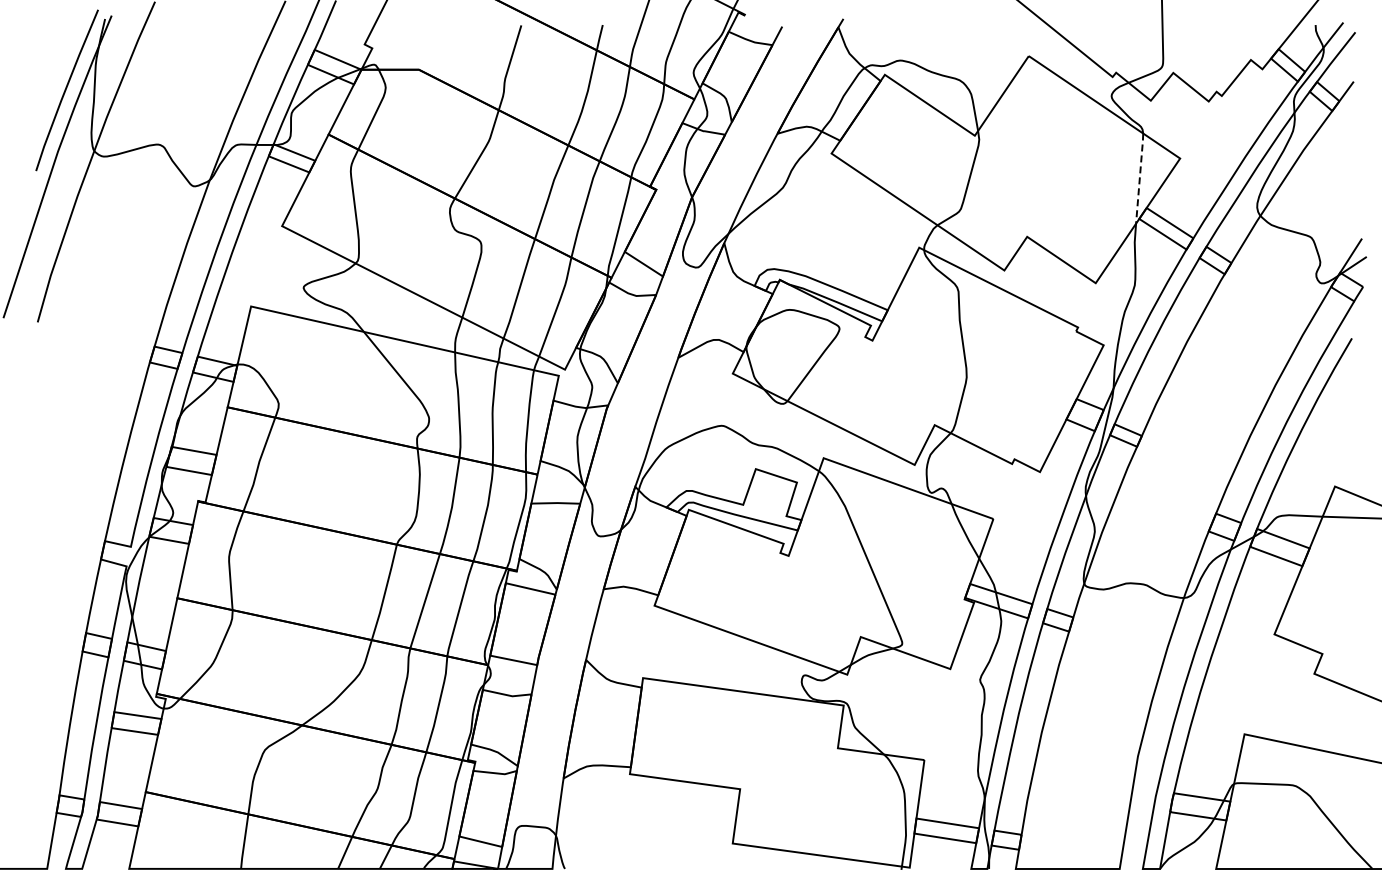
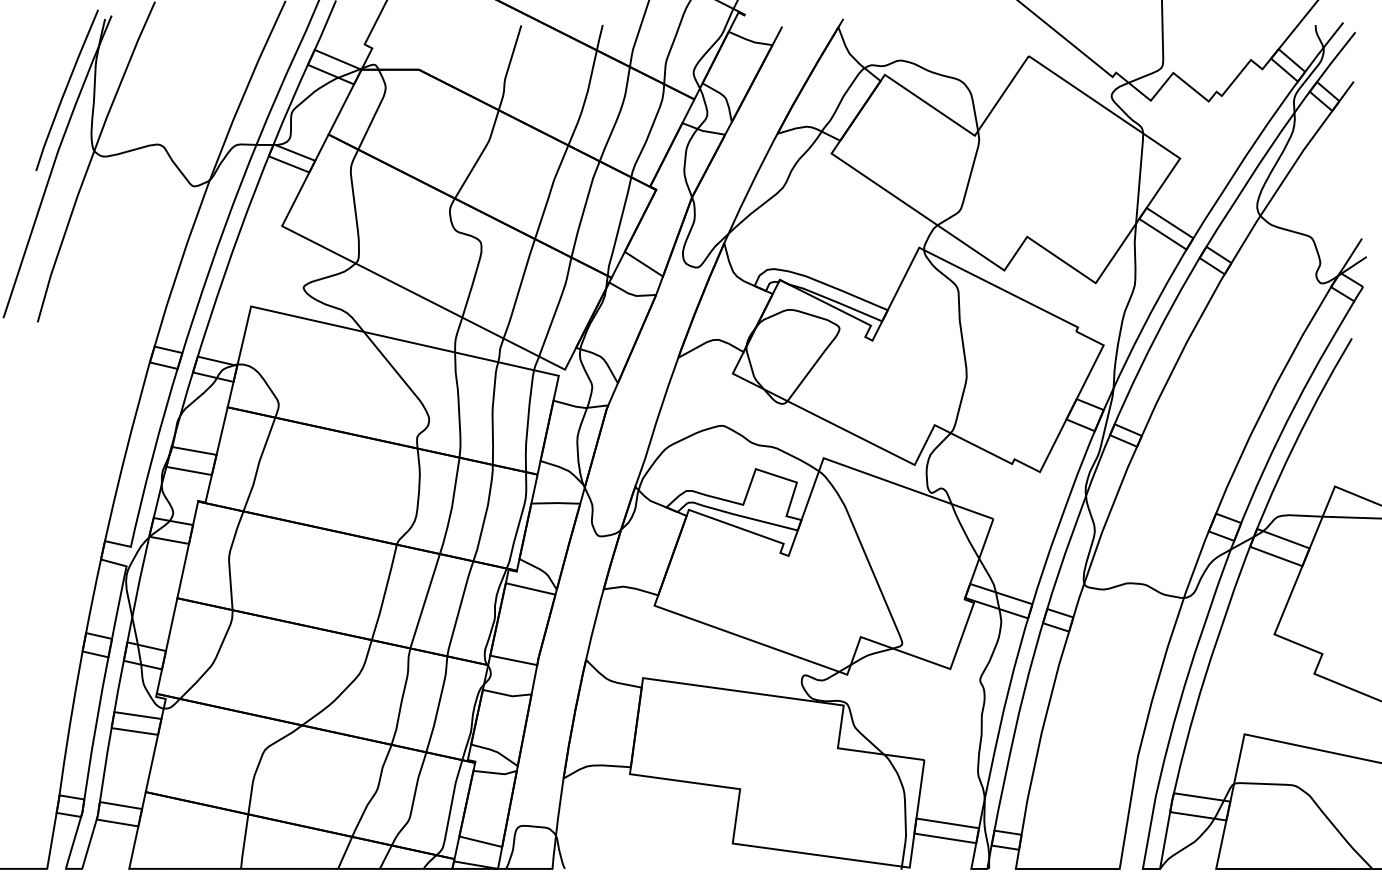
line at (1139, 178): dashed -> solid
